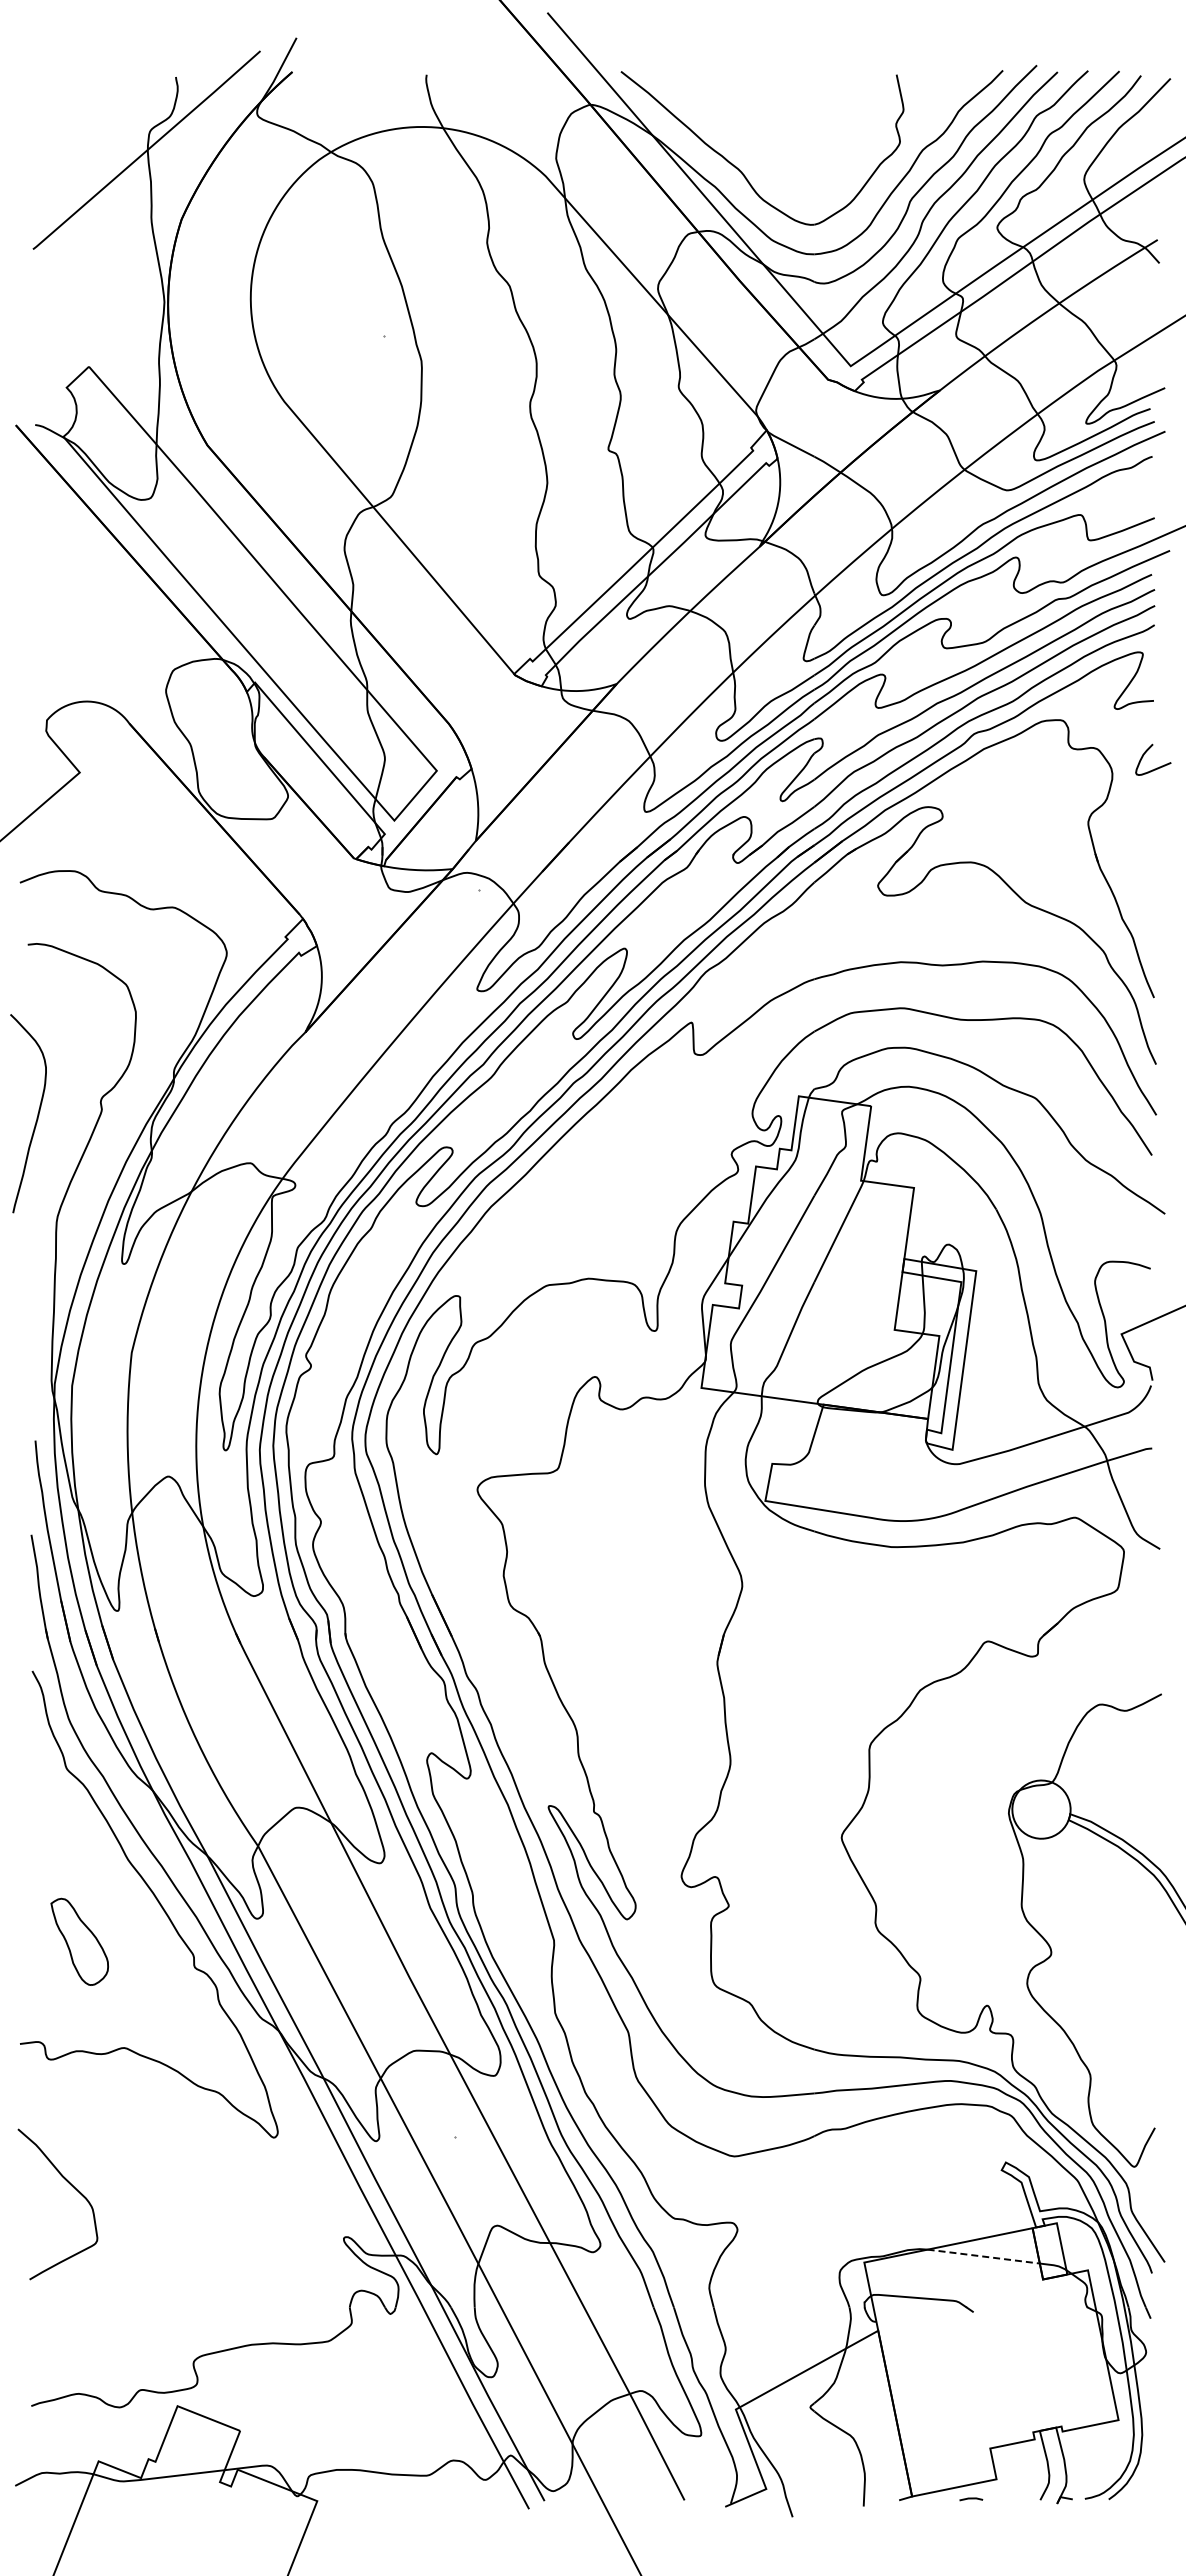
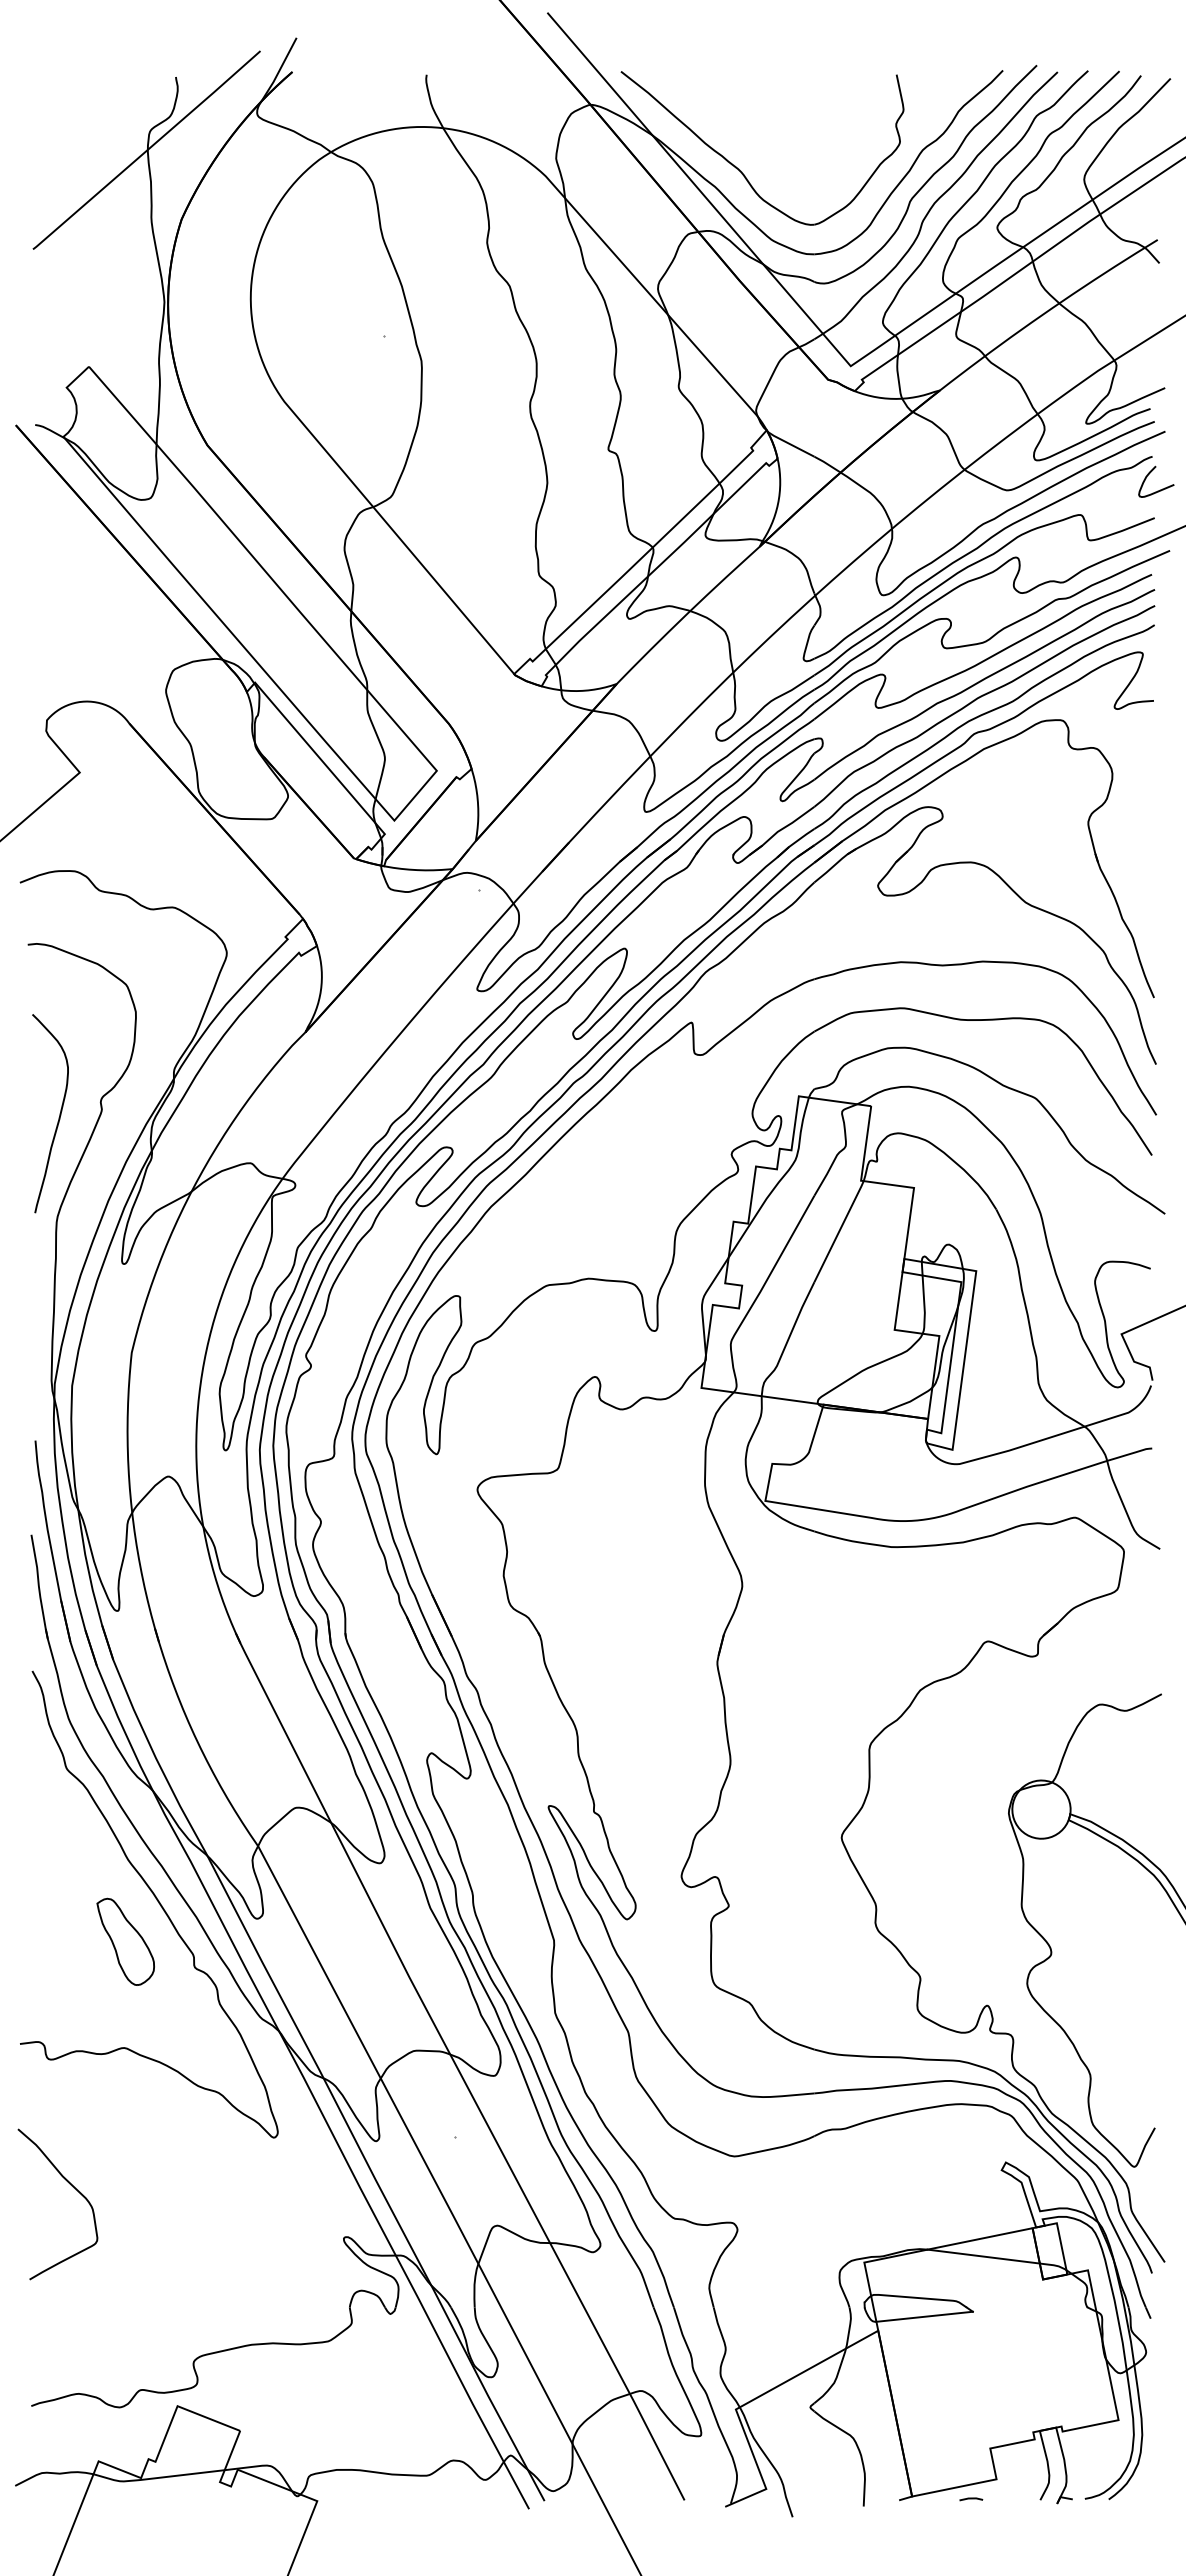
curve at (1157, 767) position: (1157, 767) -> (1160, 489)
curve at (36, 1117) position: (36, 1117) -> (58, 1117)
part at (79, 1941) position: (79, 1941) -> (125, 1941)
line at (983, 2256): dashed -> solid
line at (924, 2316): none -> present
